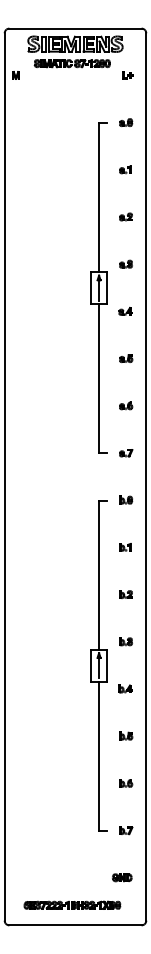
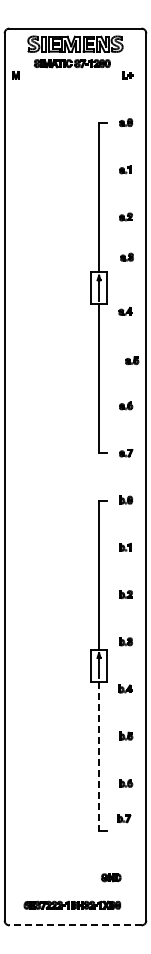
part at (125, 263) position: (125, 263) -> (126, 256)
part at (126, 358) position: (126, 358) -> (132, 360)
line at (99, 756): solid -> dashed
part at (126, 830) position: (126, 830) -> (124, 818)
part at (122, 877) position: (122, 877) -> (111, 877)
line at (75, 925): solid -> dashed
